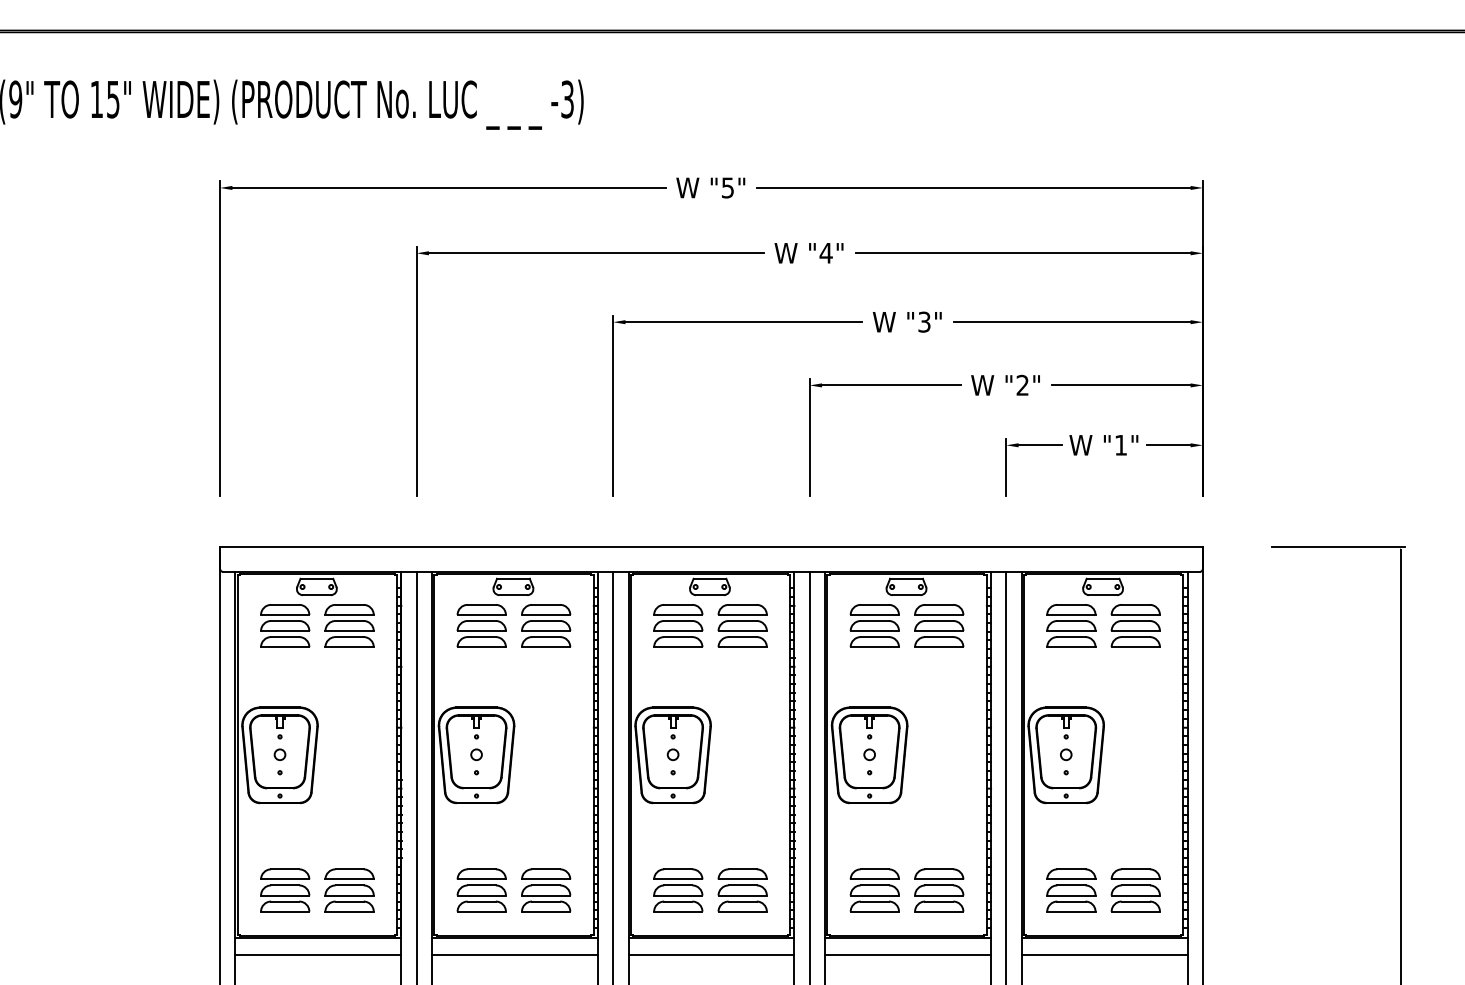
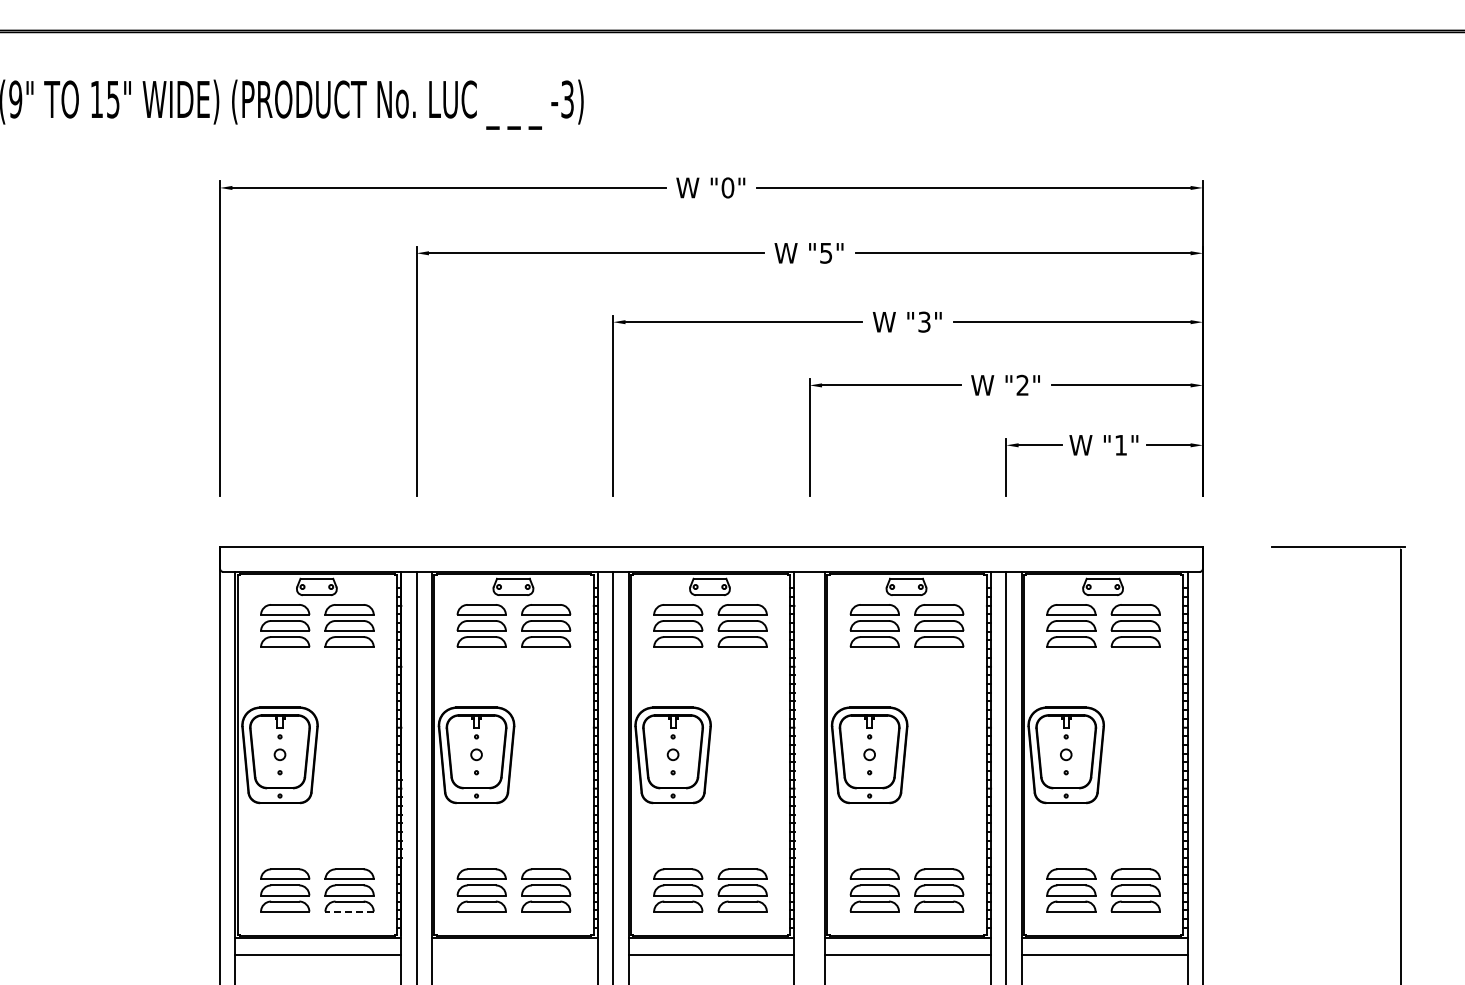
text at (727, 187): "5" -> "0"
text at (825, 253): "4" -> "5"
line at (809, 776): present -> none
line at (349, 911): solid -> dashed
line at (514, 954): present -> none
